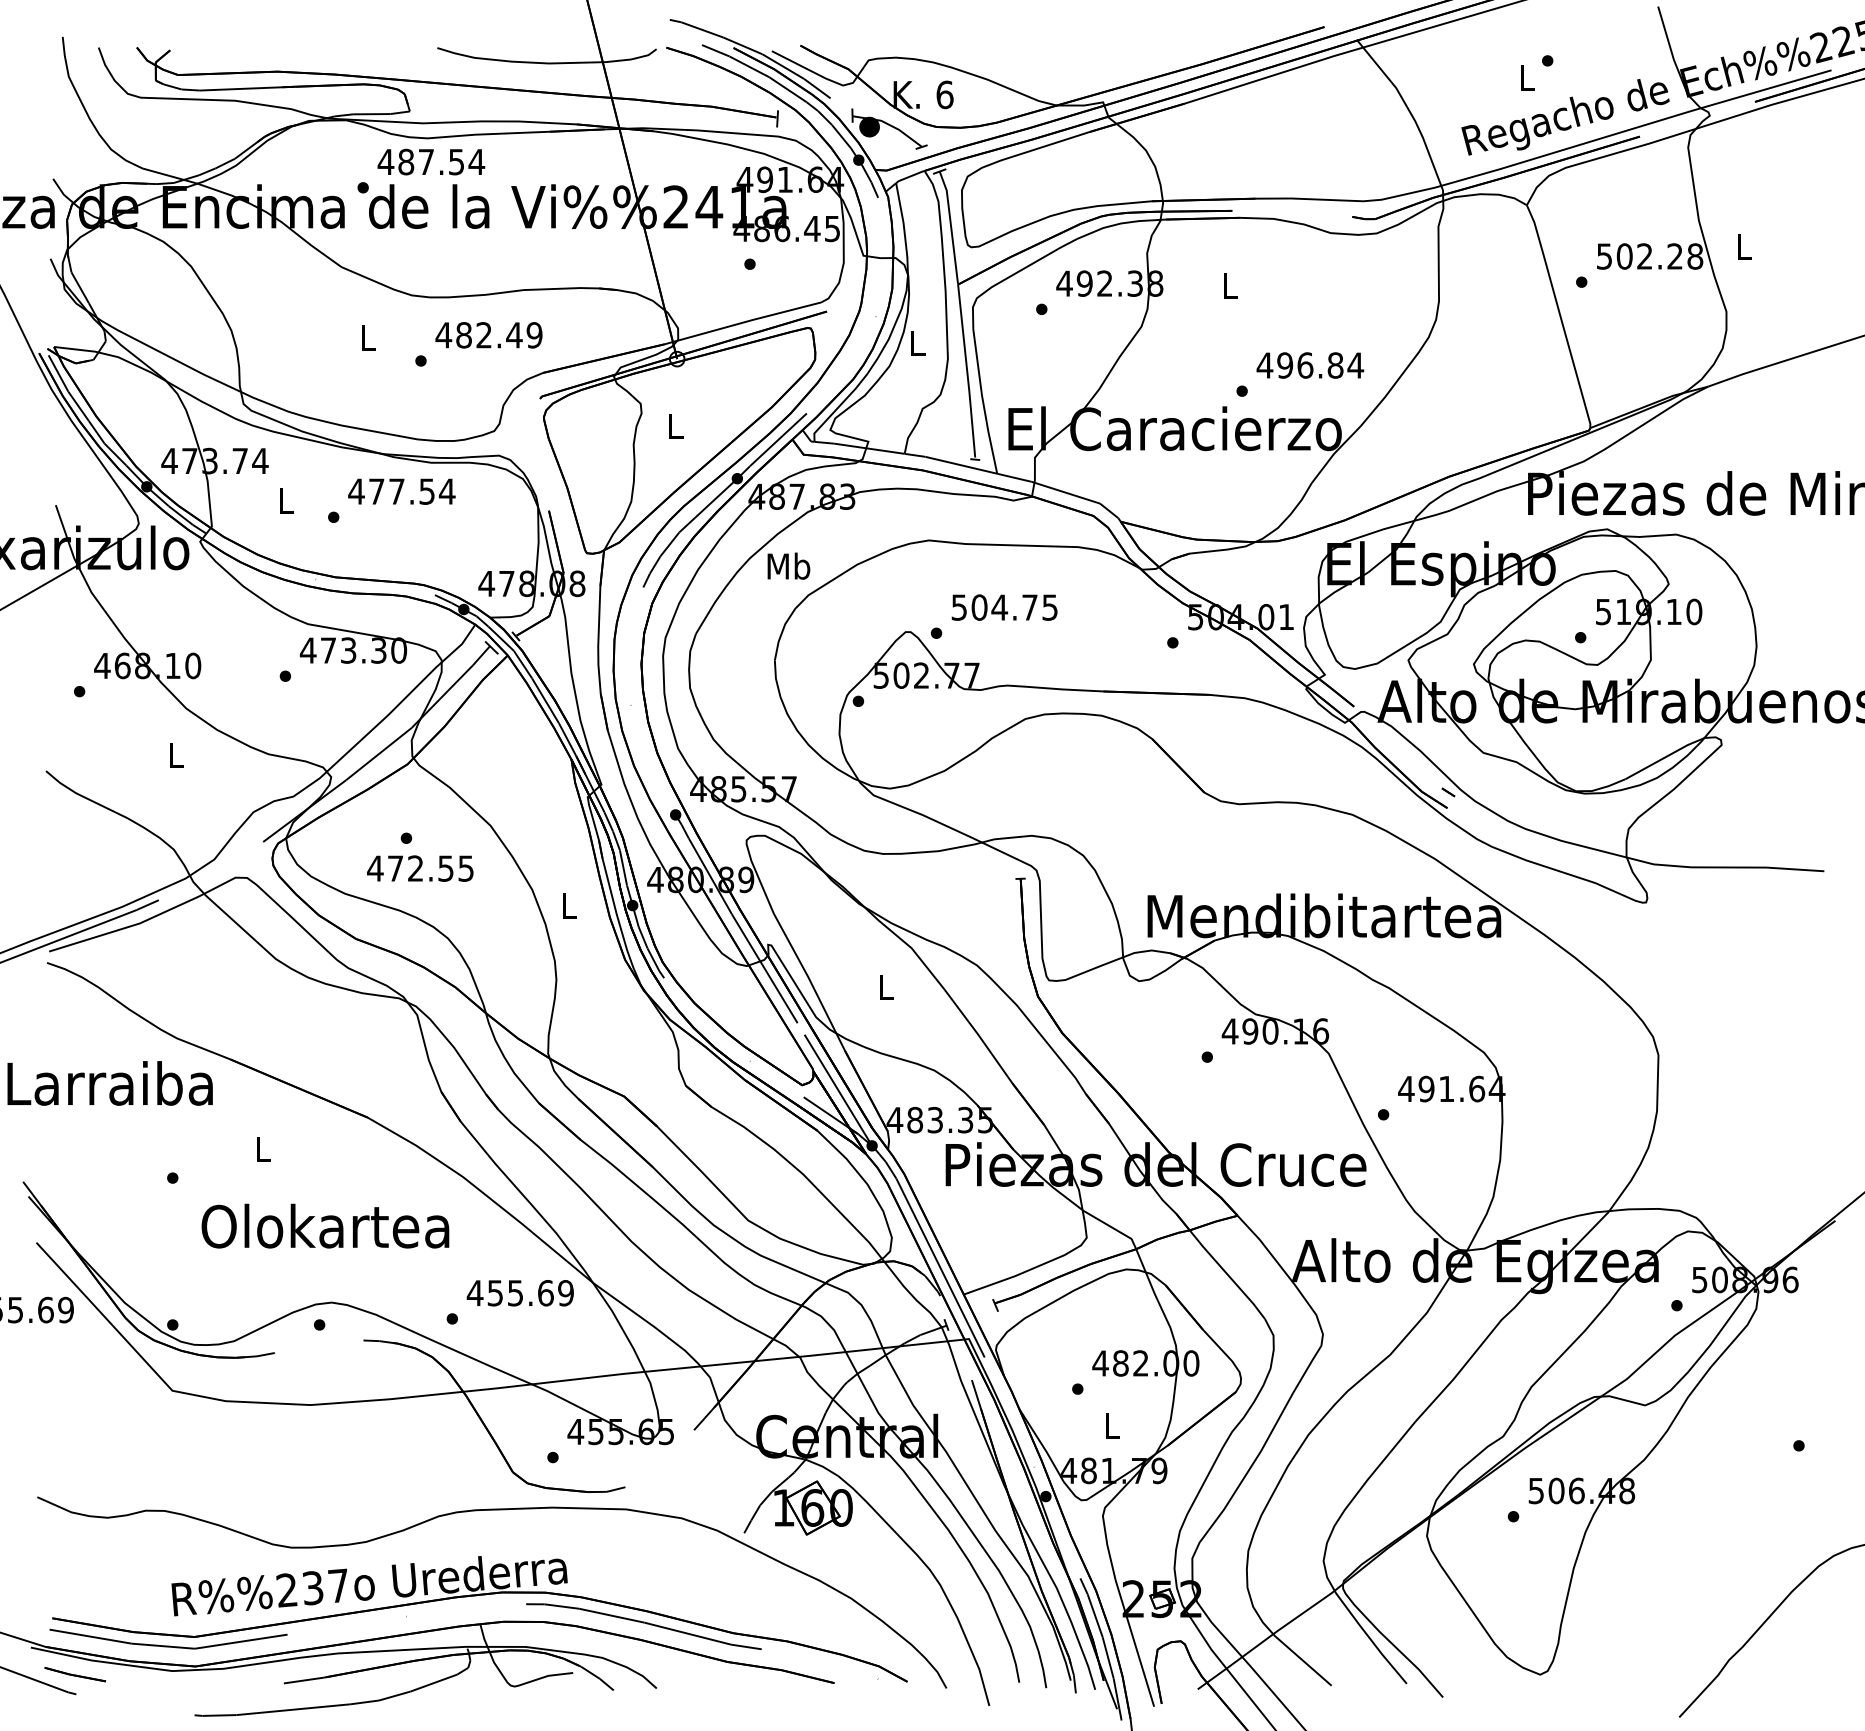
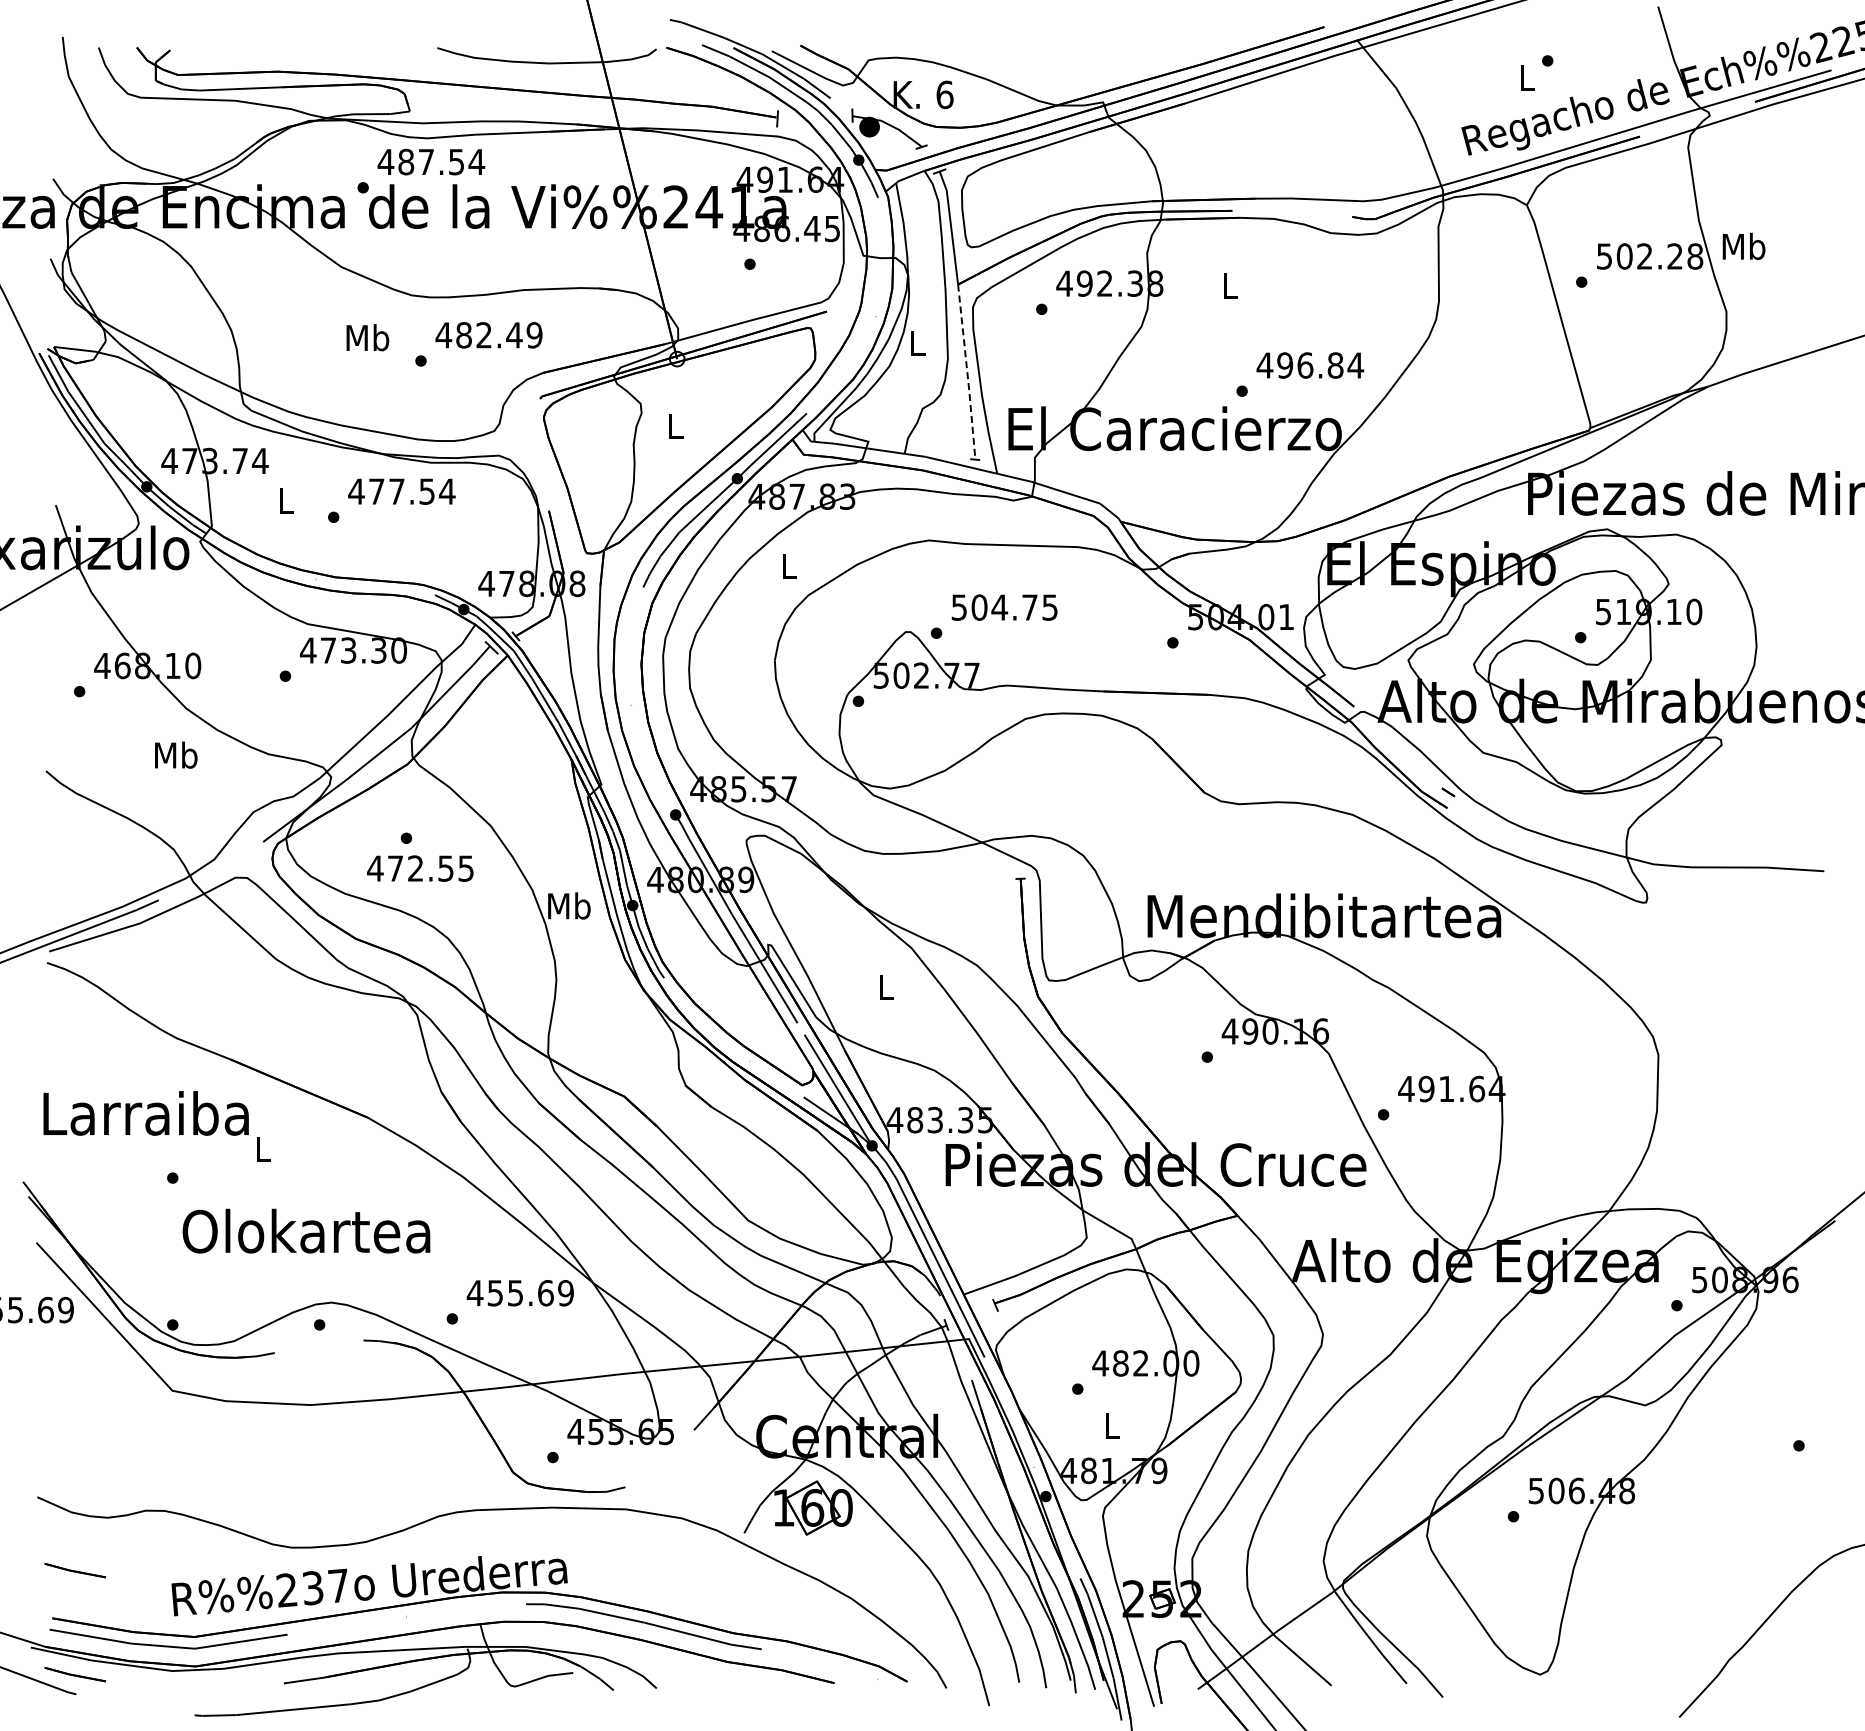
text at (1743, 246): L -> Mb
text at (367, 337): L -> Mb
line at (967, 372): solid -> dashed
text at (788, 565): Mb -> L
text at (176, 754): L -> Mb
text at (569, 905): L -> Mb
text at (109, 1083) position: (109, 1083) -> (145, 1113)
text at (325, 1225) position: (325, 1225) -> (306, 1230)
line at (75, 1570): none -> present
